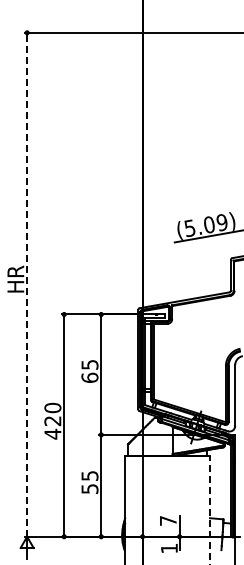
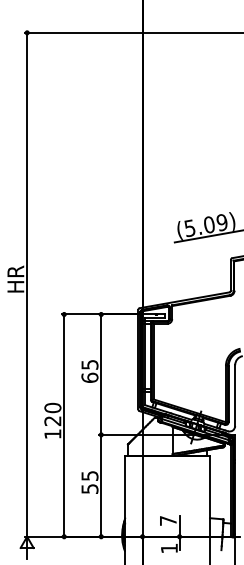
line at (27, 284): dashed -> solid
text at (52, 433): 420 -> 120
line at (209, 510): dashed -> solid
